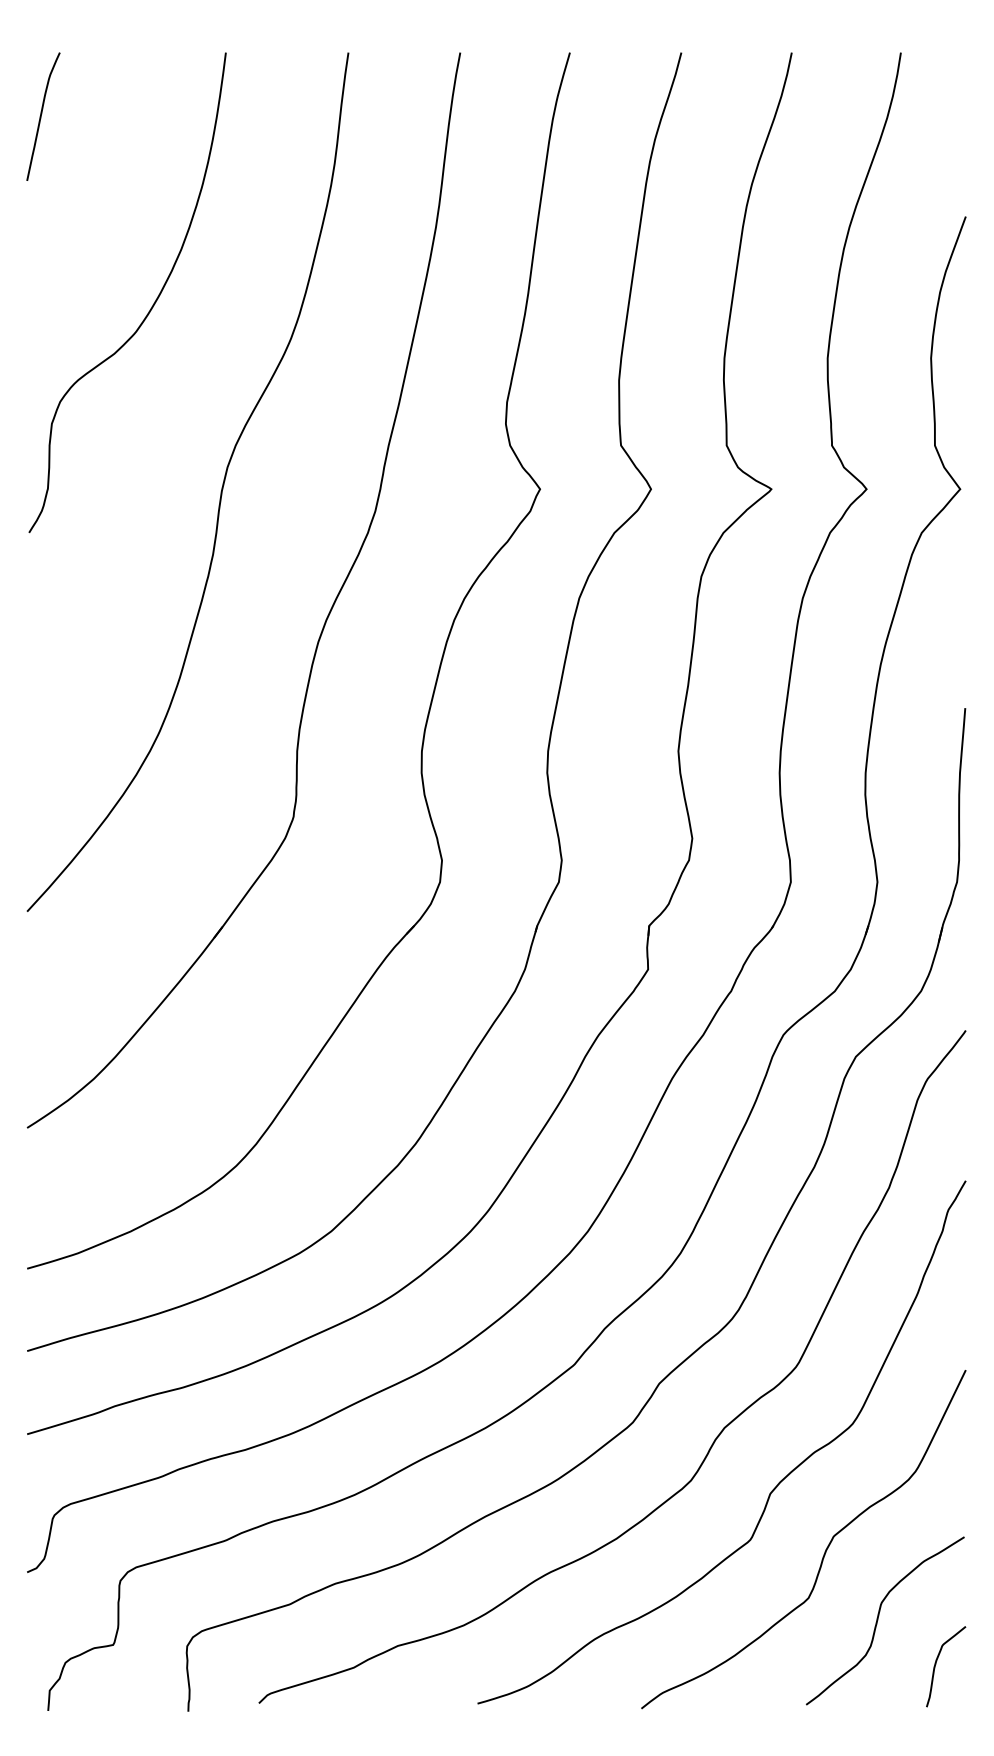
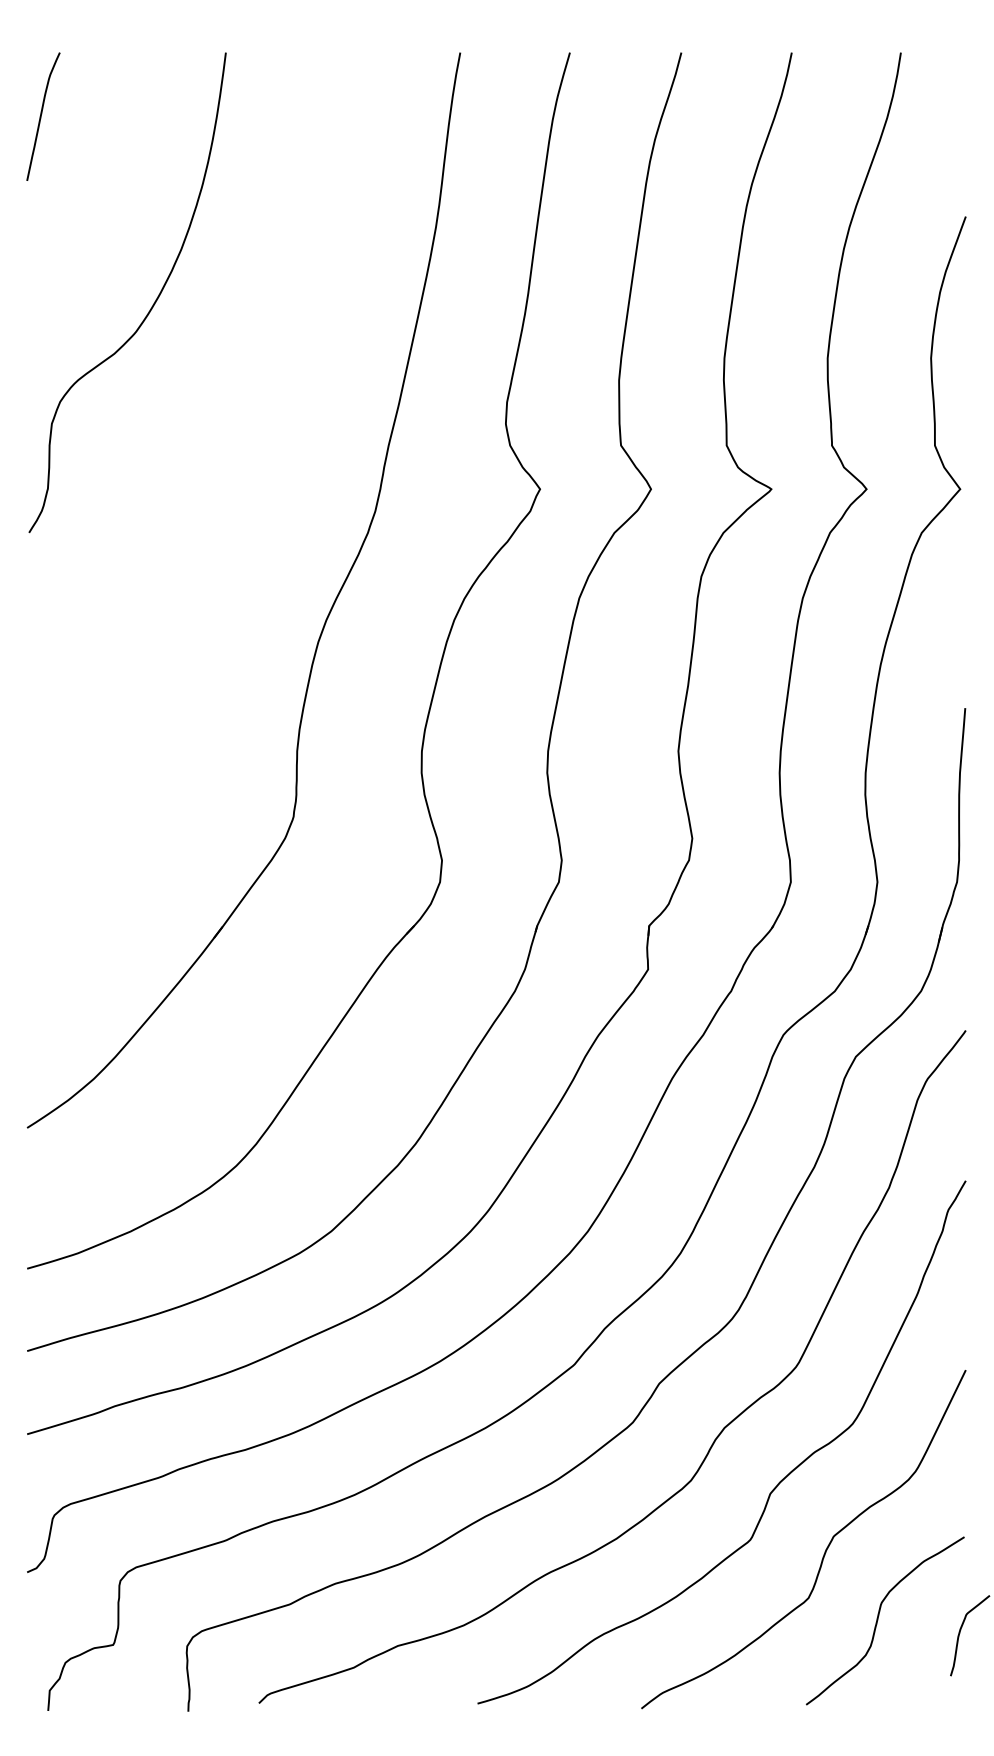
curve at (220, 491): present -> none
curve at (936, 1664) position: (936, 1664) -> (960, 1633)
